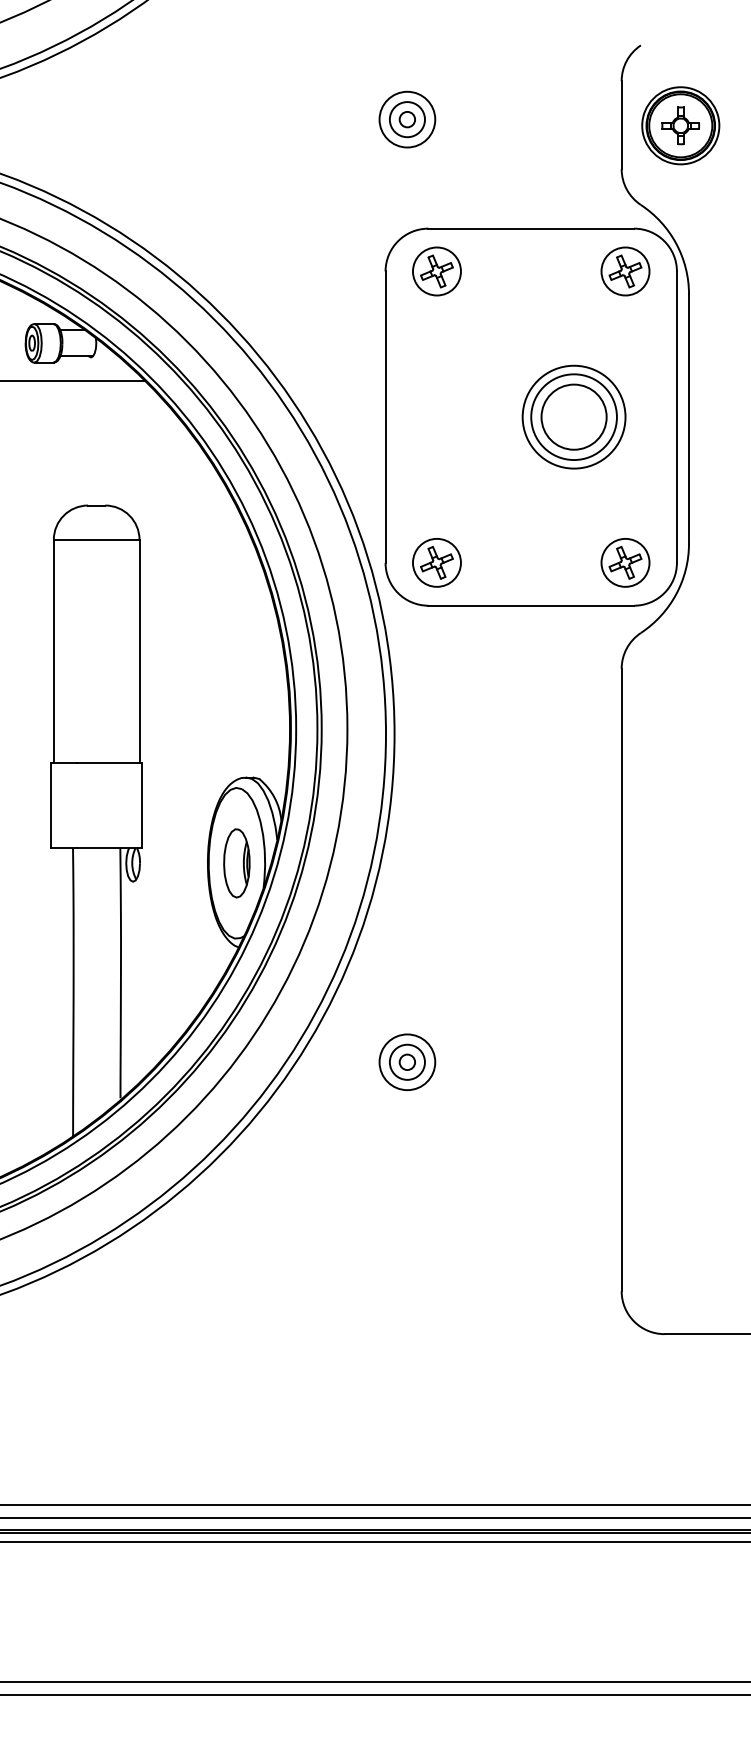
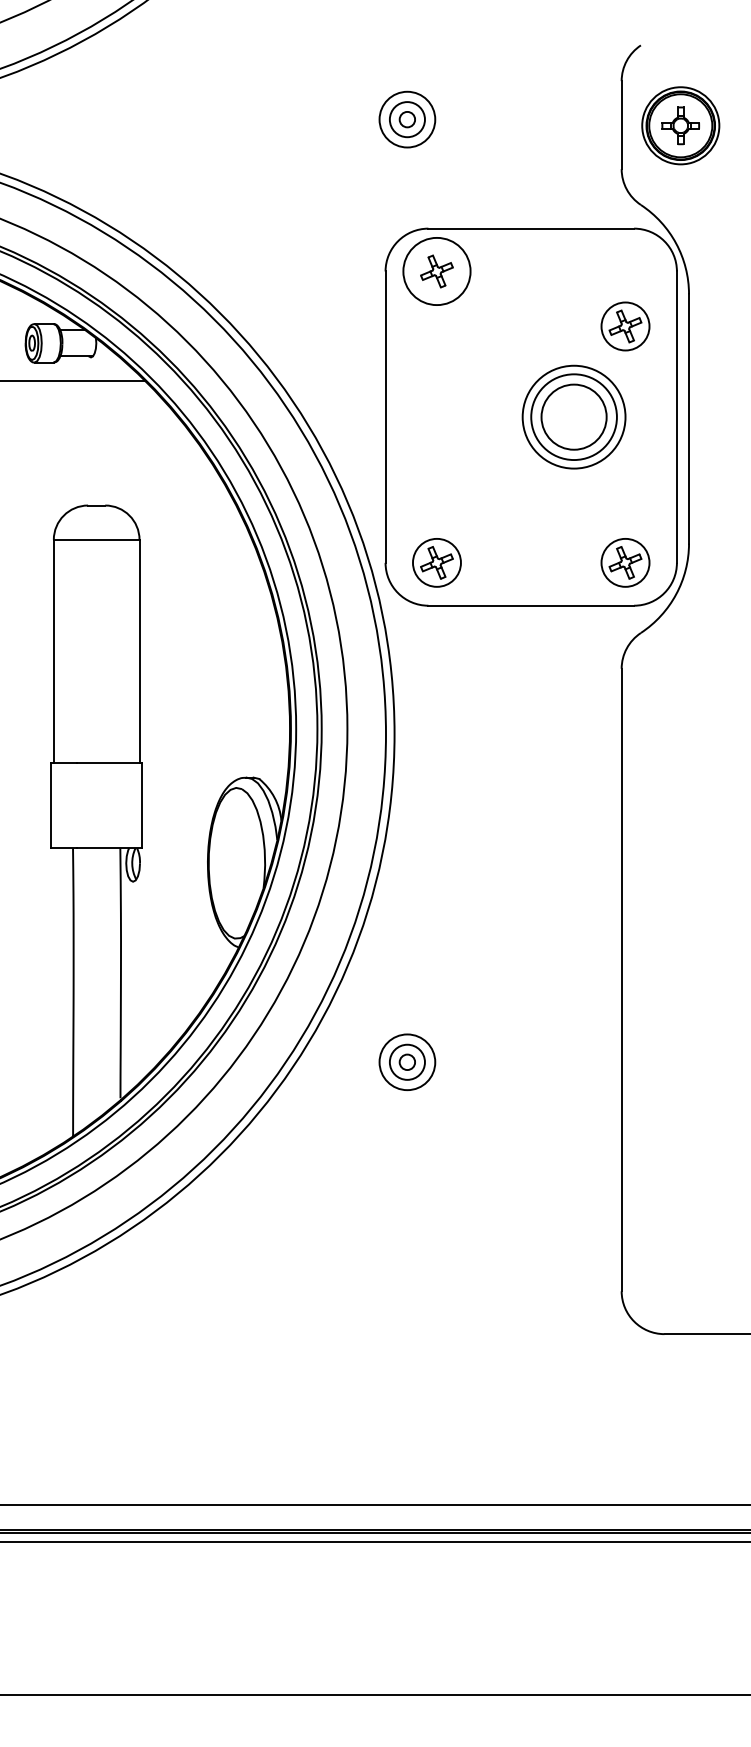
circle at (436, 271) diameter: 48 px -> 67 px
part at (625, 271) position: (625, 271) -> (625, 326)
part at (236, 863): present -> none
line at (374, 1518): present -> none
line at (374, 1682): present -> none
